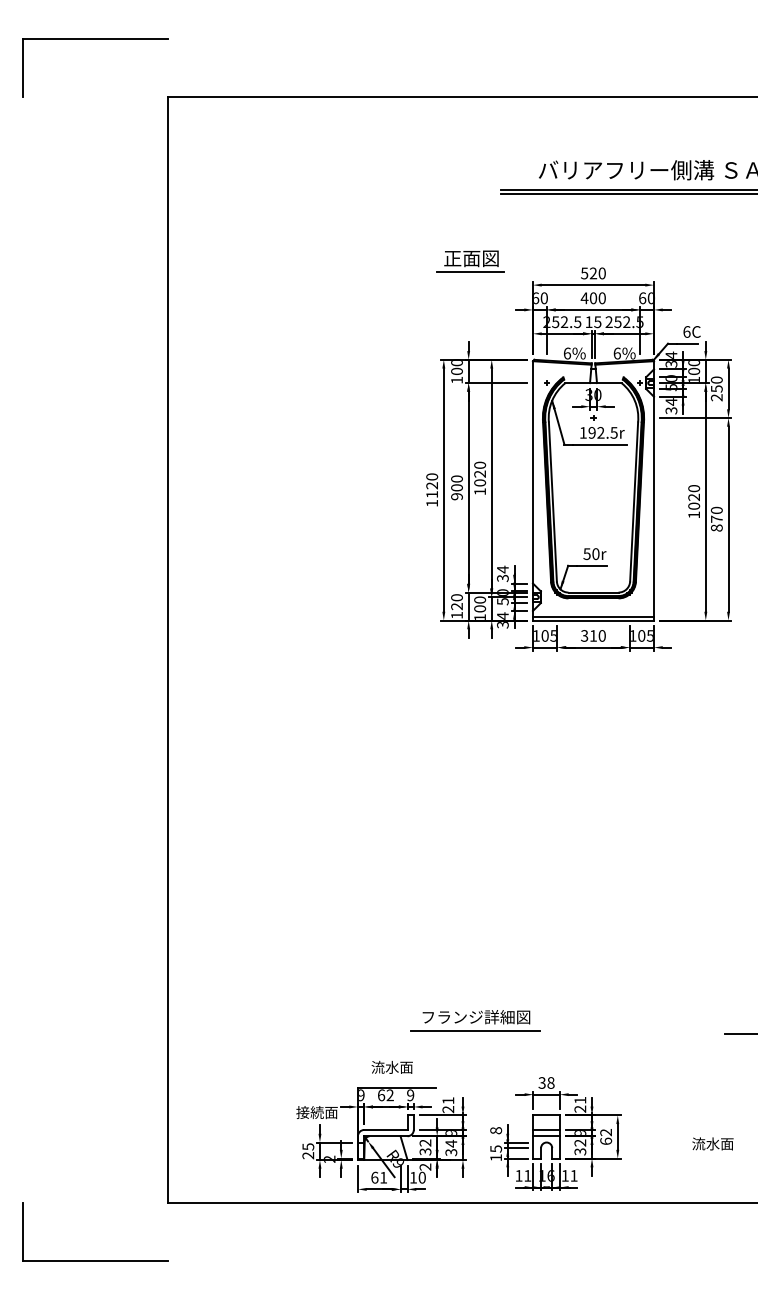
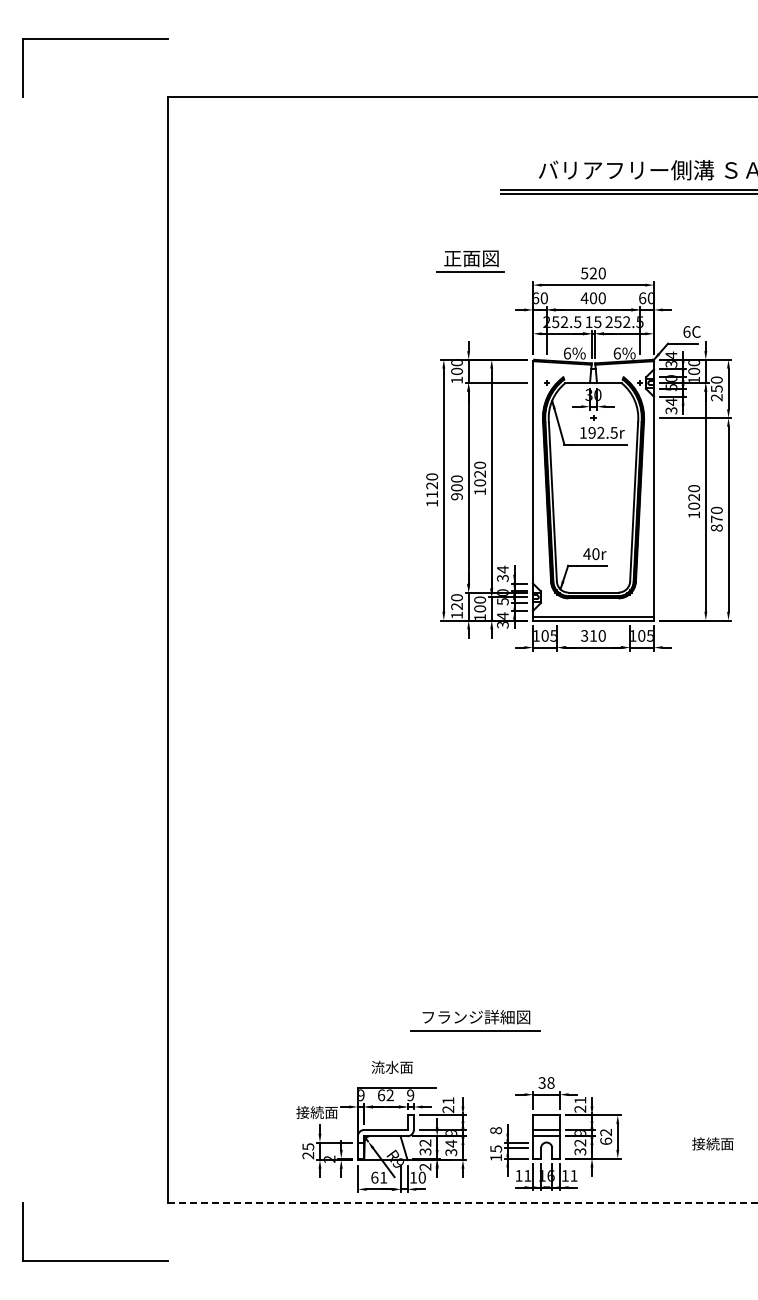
text at (586, 554): 50r -> 40r
line at (739, 1034): present -> none
text at (705, 1143): 流水面 -> 接続面
line at (463, 1202): solid -> dashed
